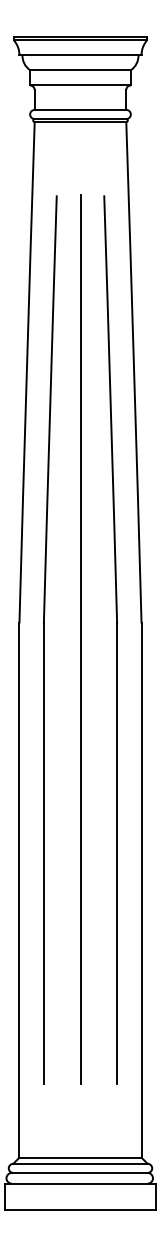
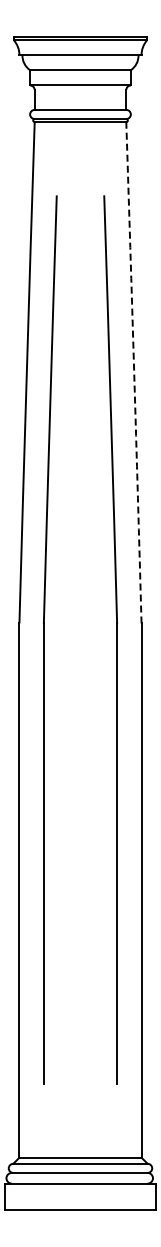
arc at (134, 372): solid -> dashed
line at (80, 639): present -> none
